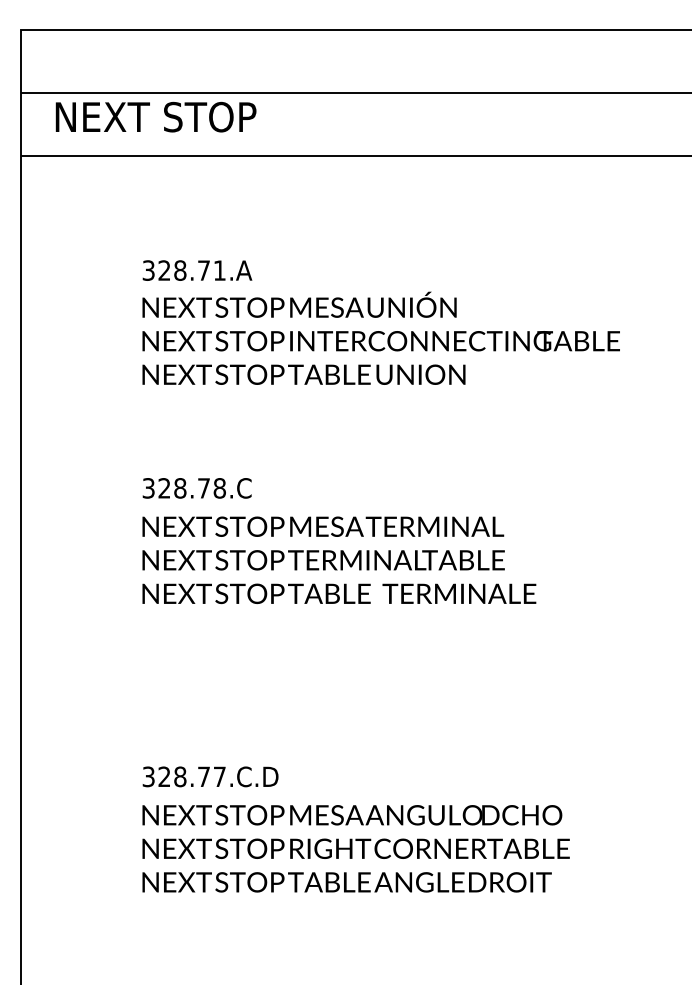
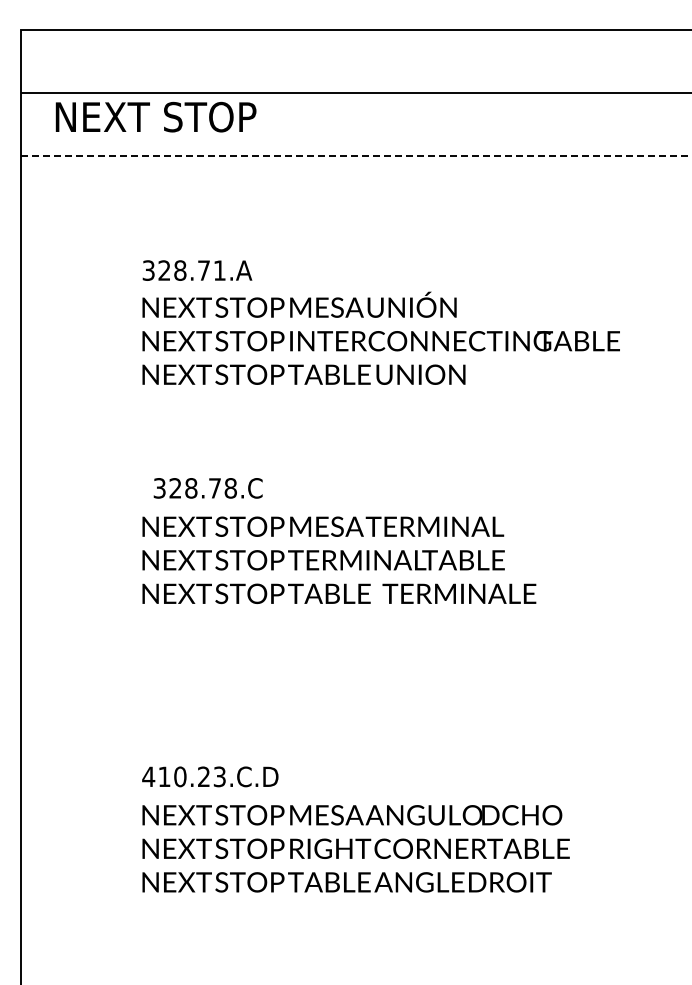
line at (356, 156): solid -> dashed
text at (196, 488) position: (196, 488) -> (207, 488)
text at (183, 776): 328.77.C.D -> 410.23.C.D
